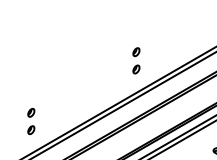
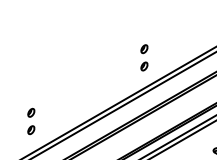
part at (136, 60) position: (136, 60) -> (144, 57)
